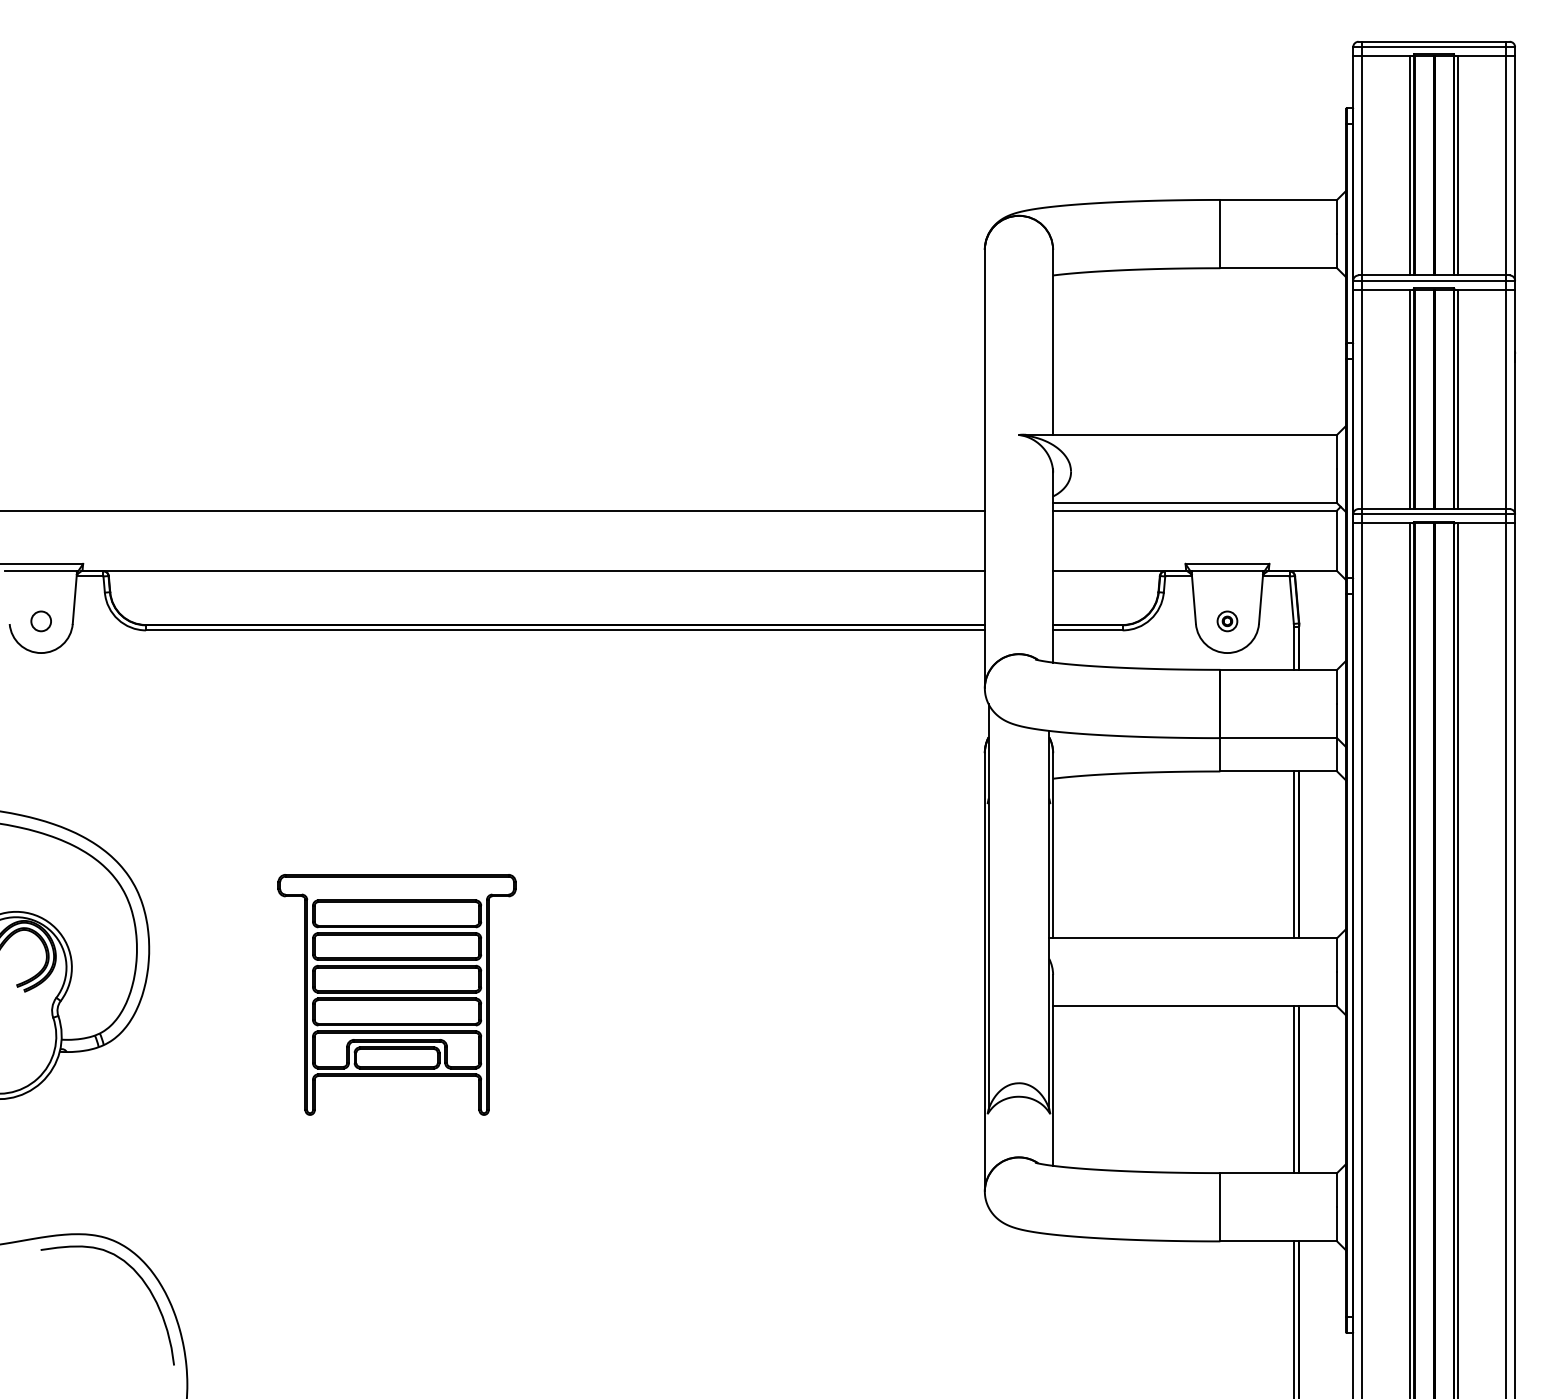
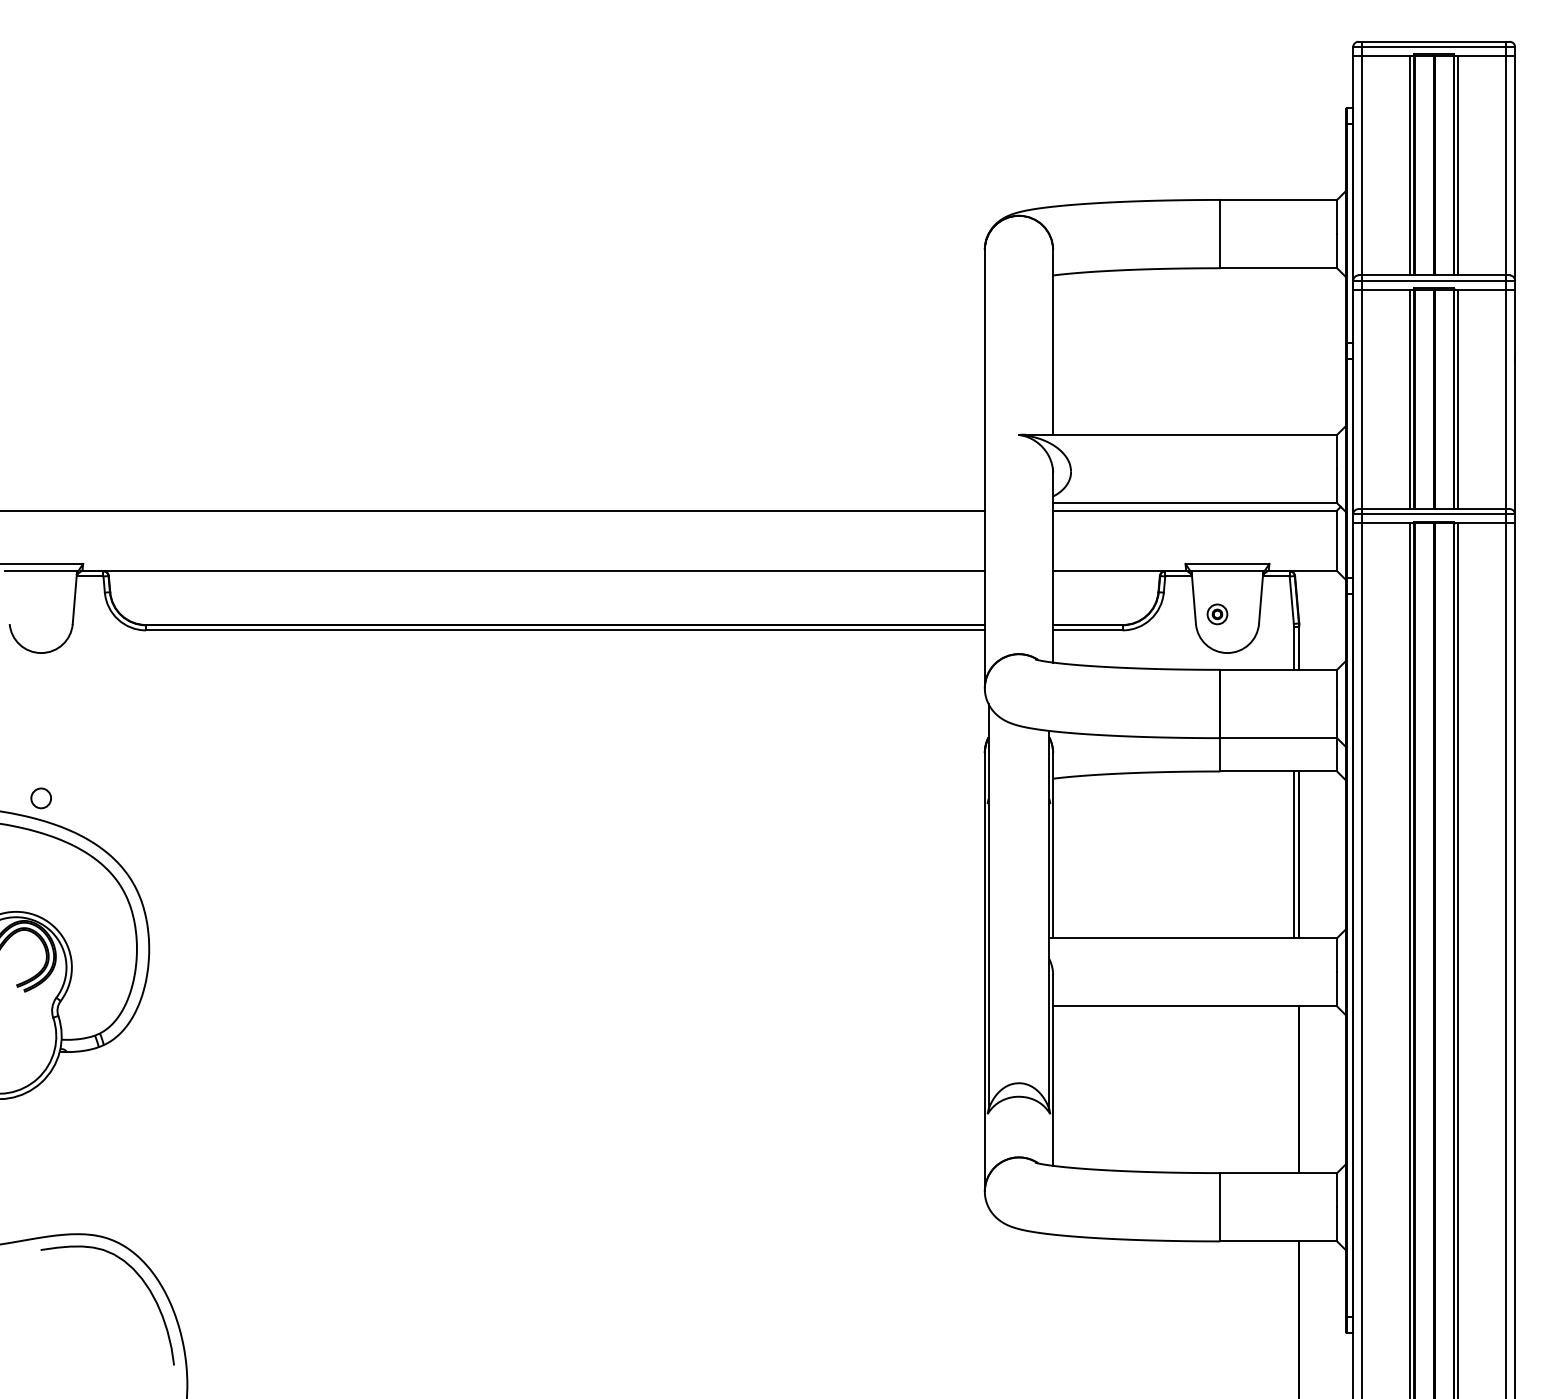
circle at (40, 621) position: (40, 621) -> (40, 798)
part at (1227, 621) position: (1227, 621) -> (1217, 614)
part at (396, 994): present -> none
line at (1293, 1089): present -> none
line at (1293, 1318): present -> none
